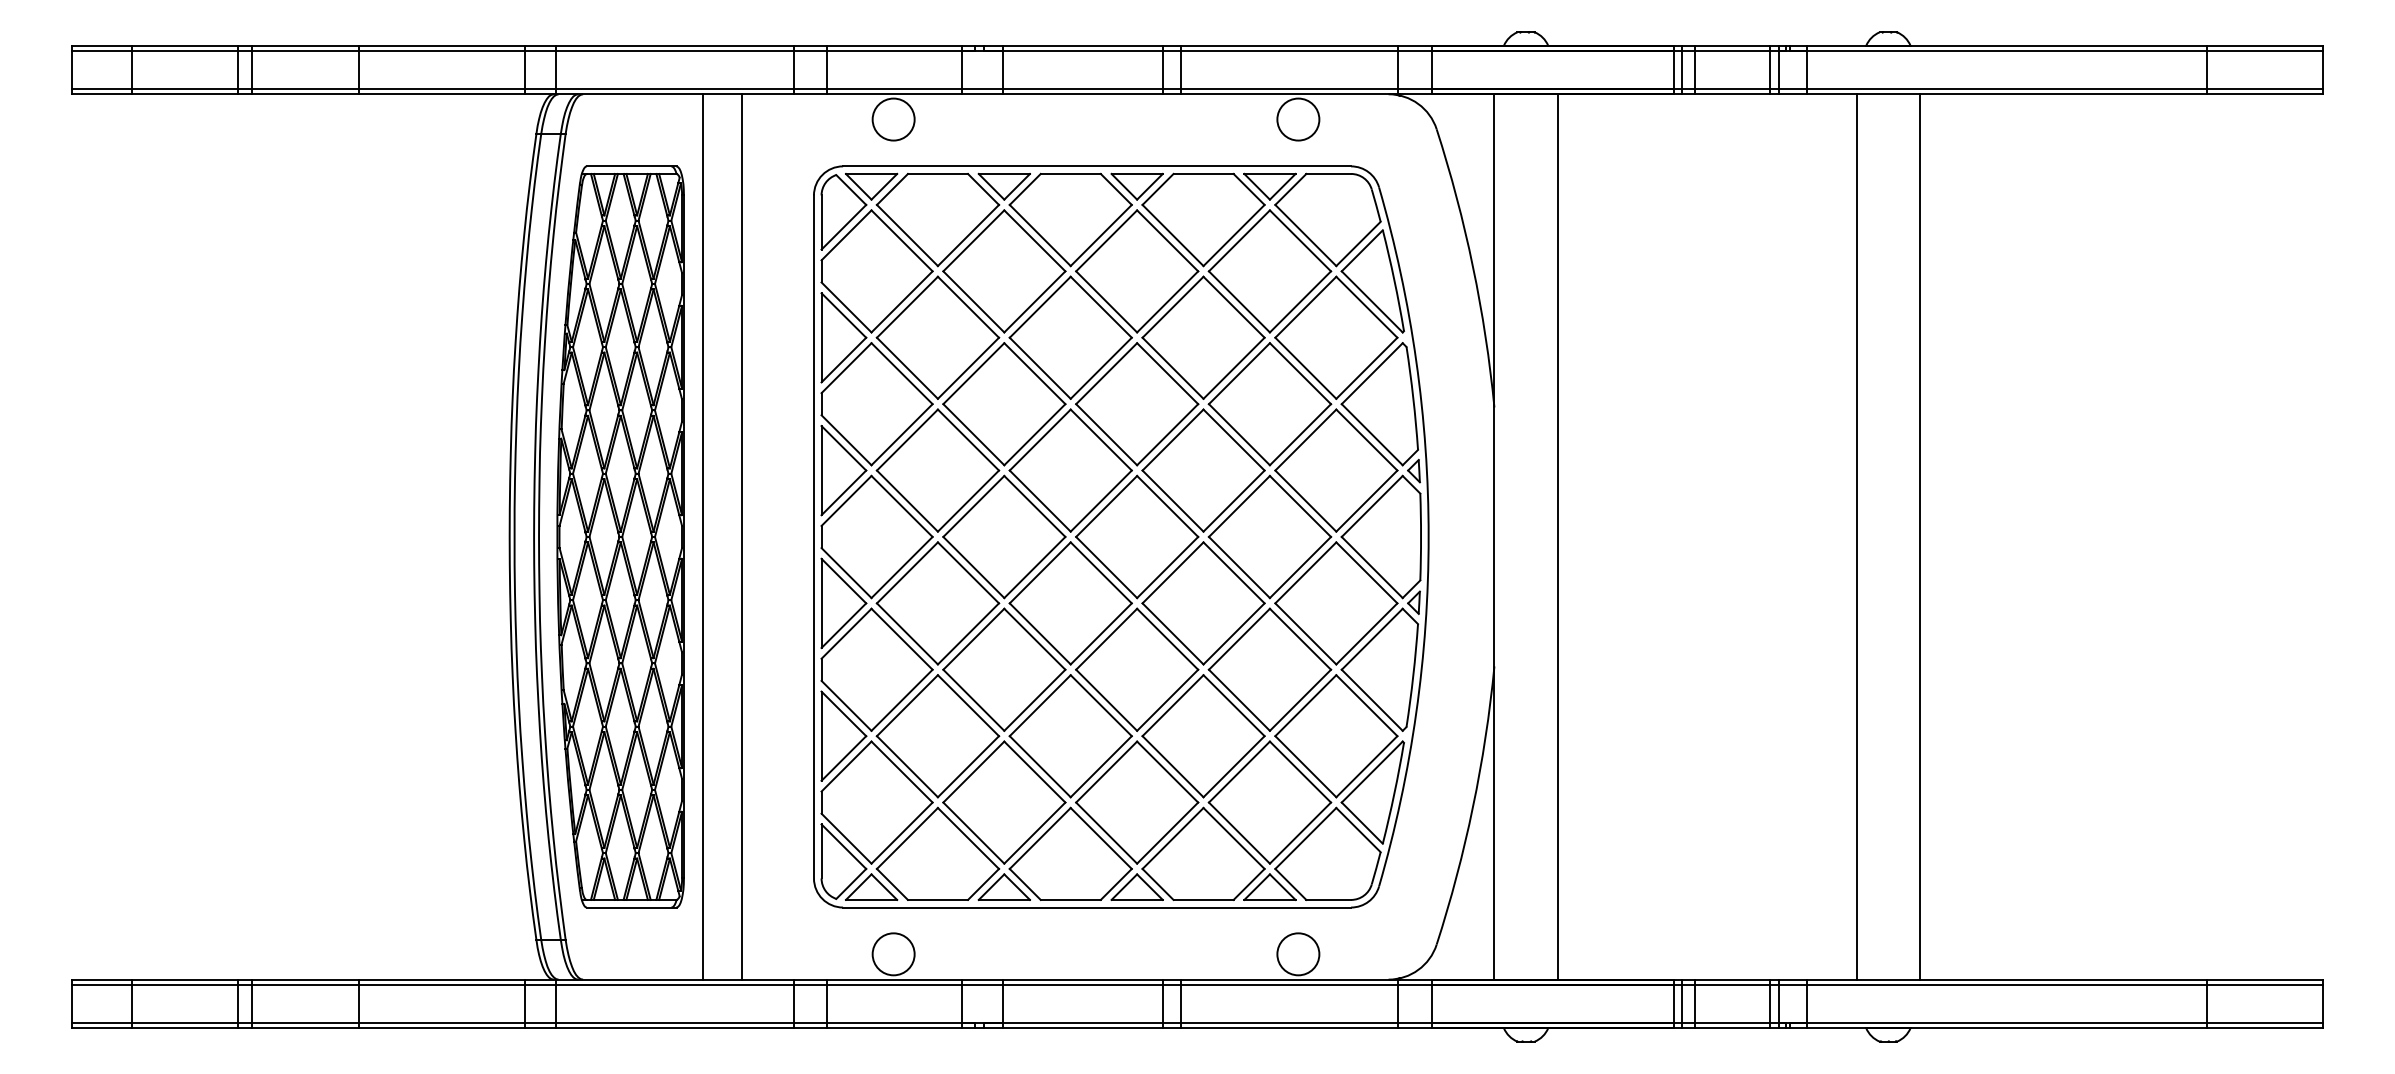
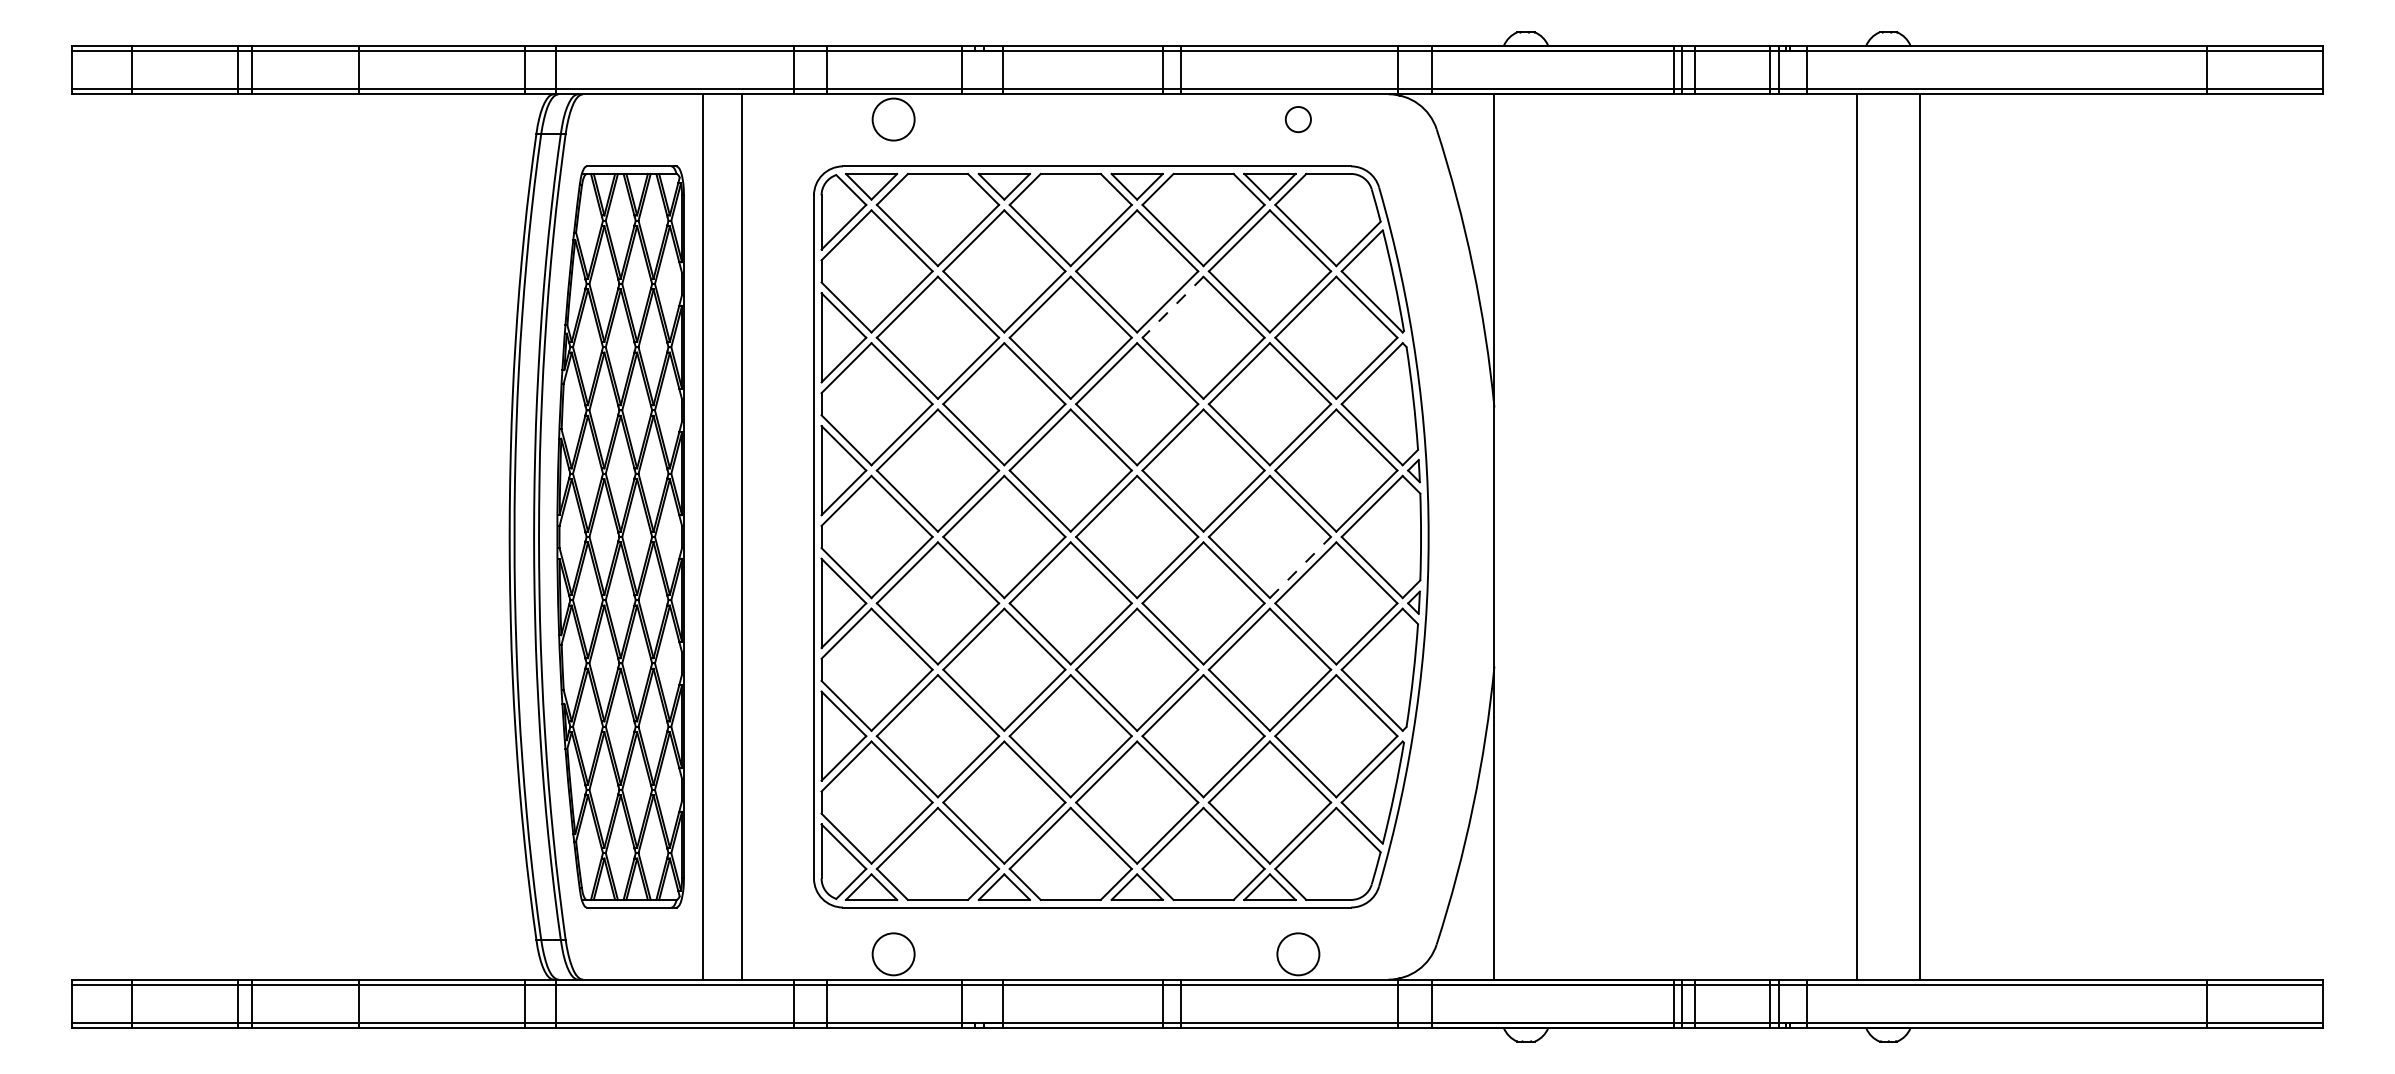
circle at (1298, 119) diameter: 42 px -> 25 px
line at (1172, 307): solid -> dashed
line at (1557, 536): present -> none
line at (1300, 567): solid -> dashed
